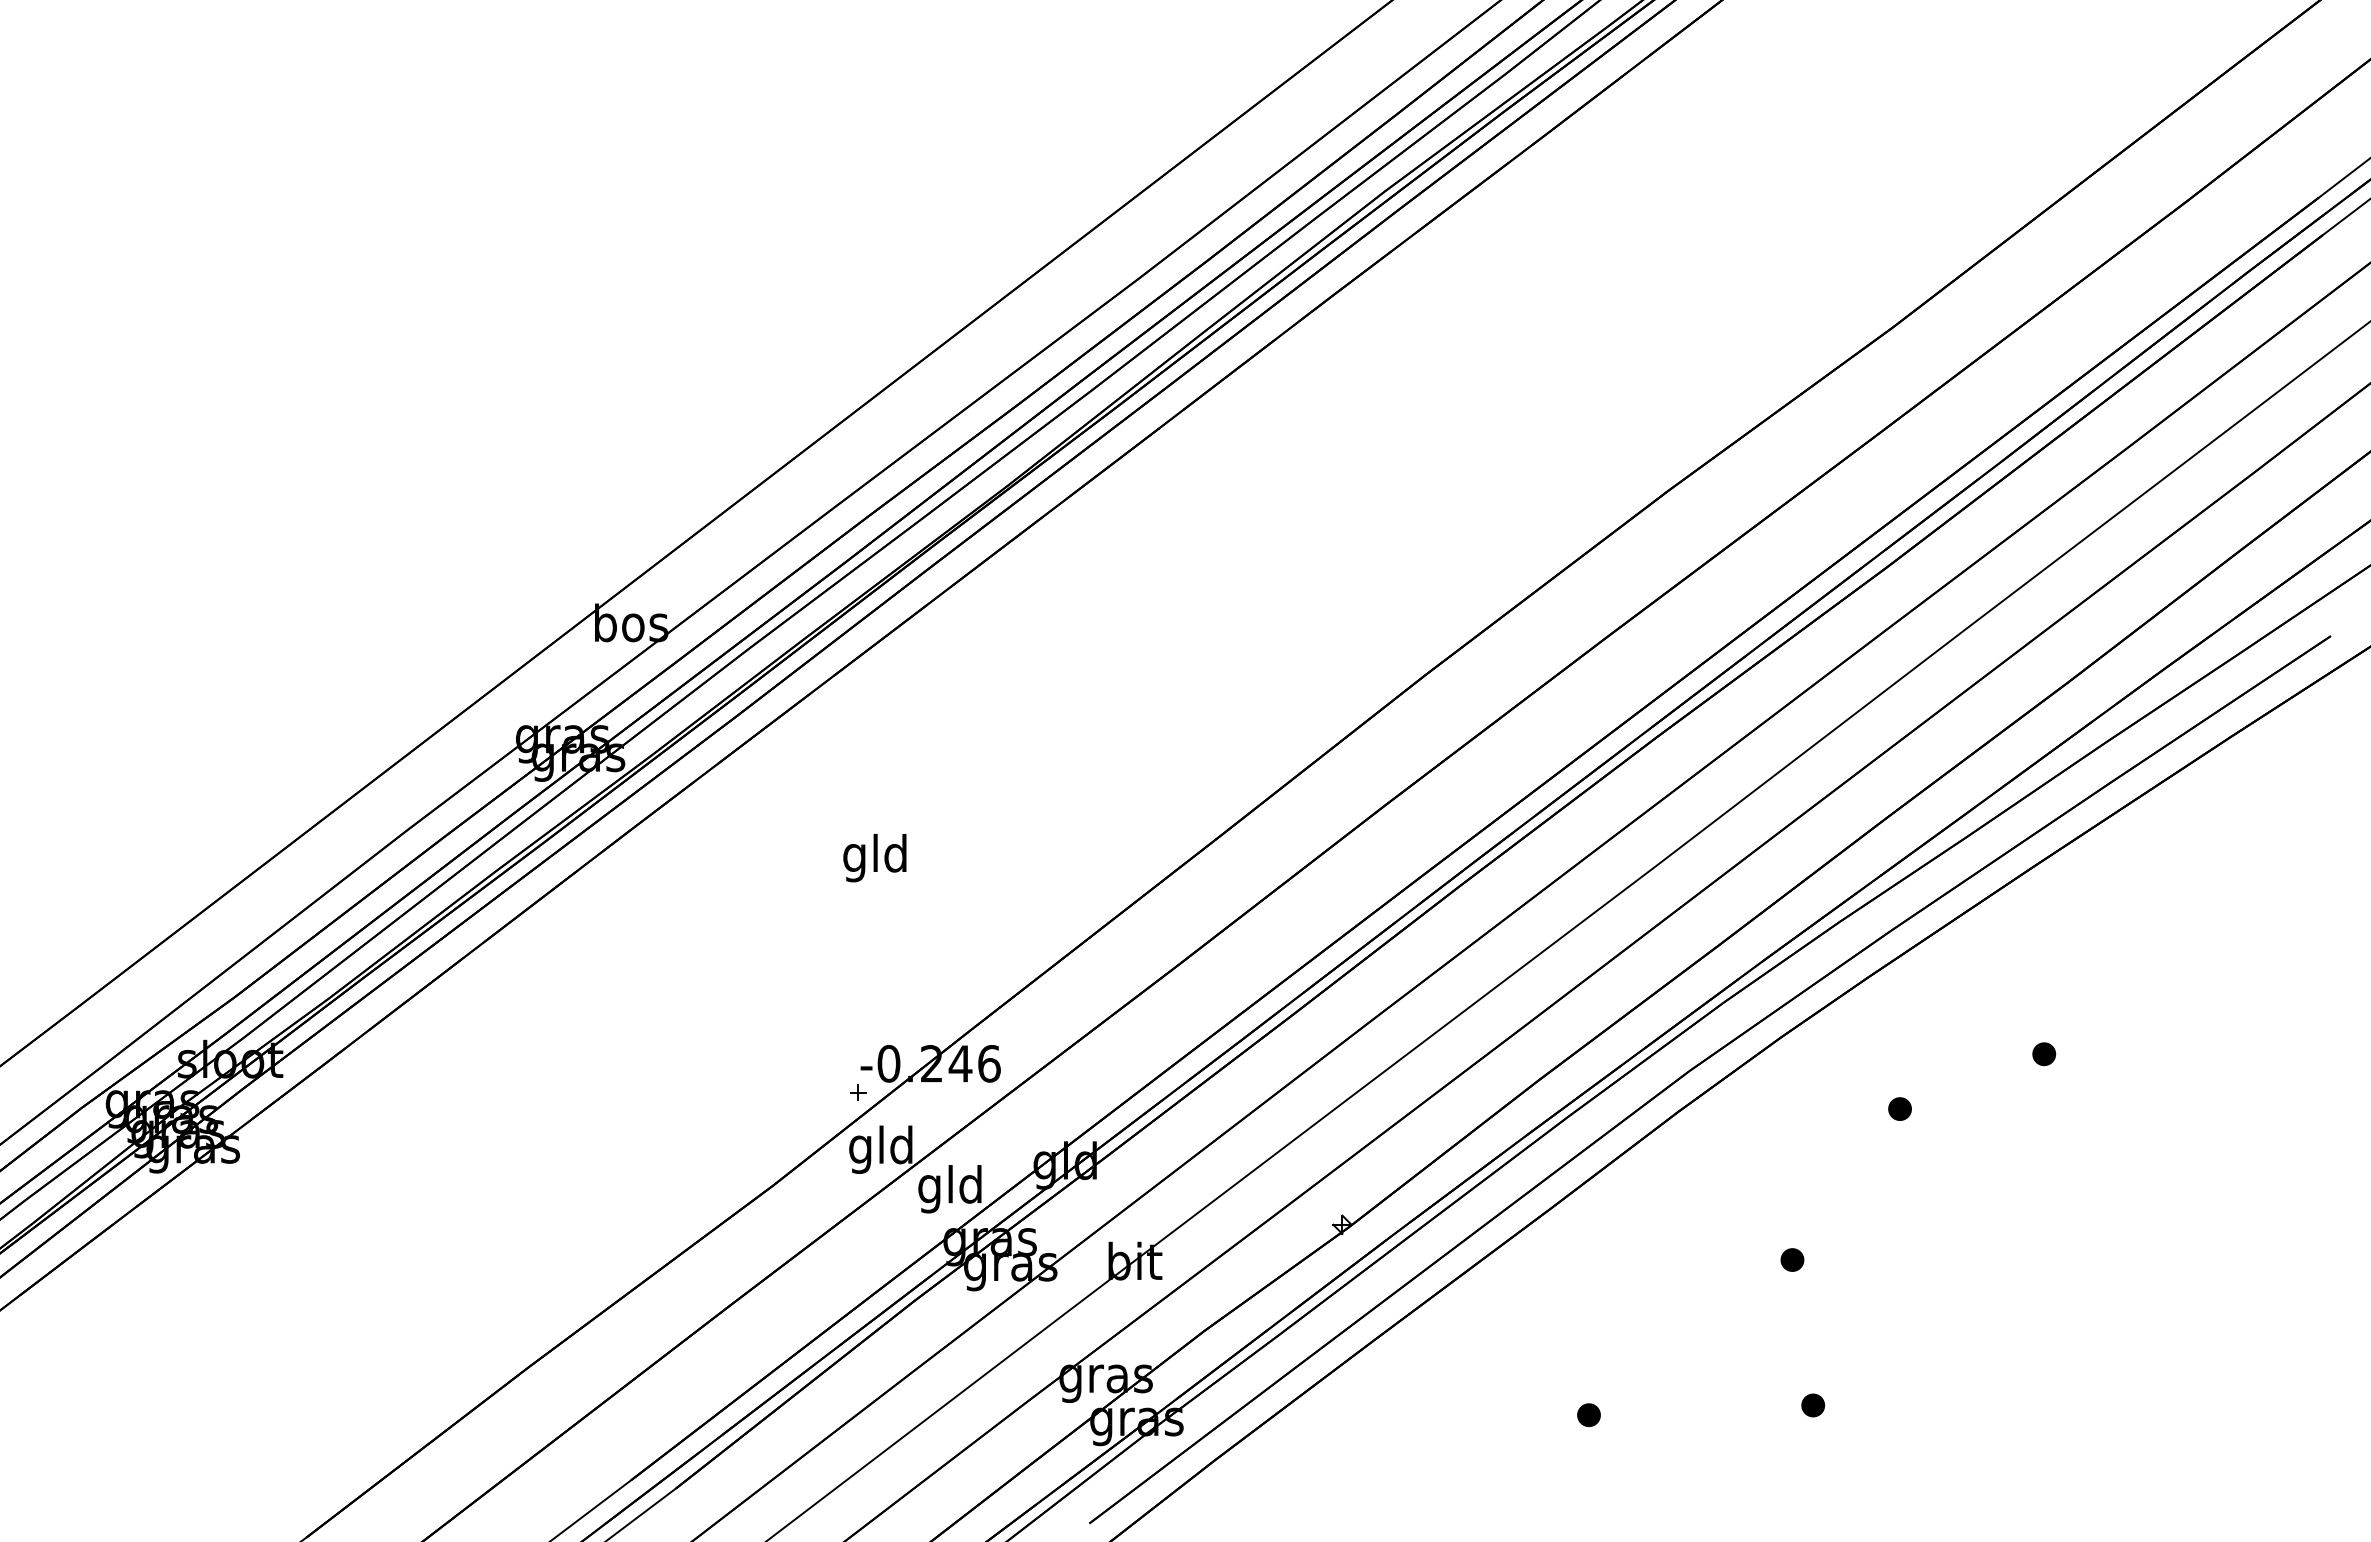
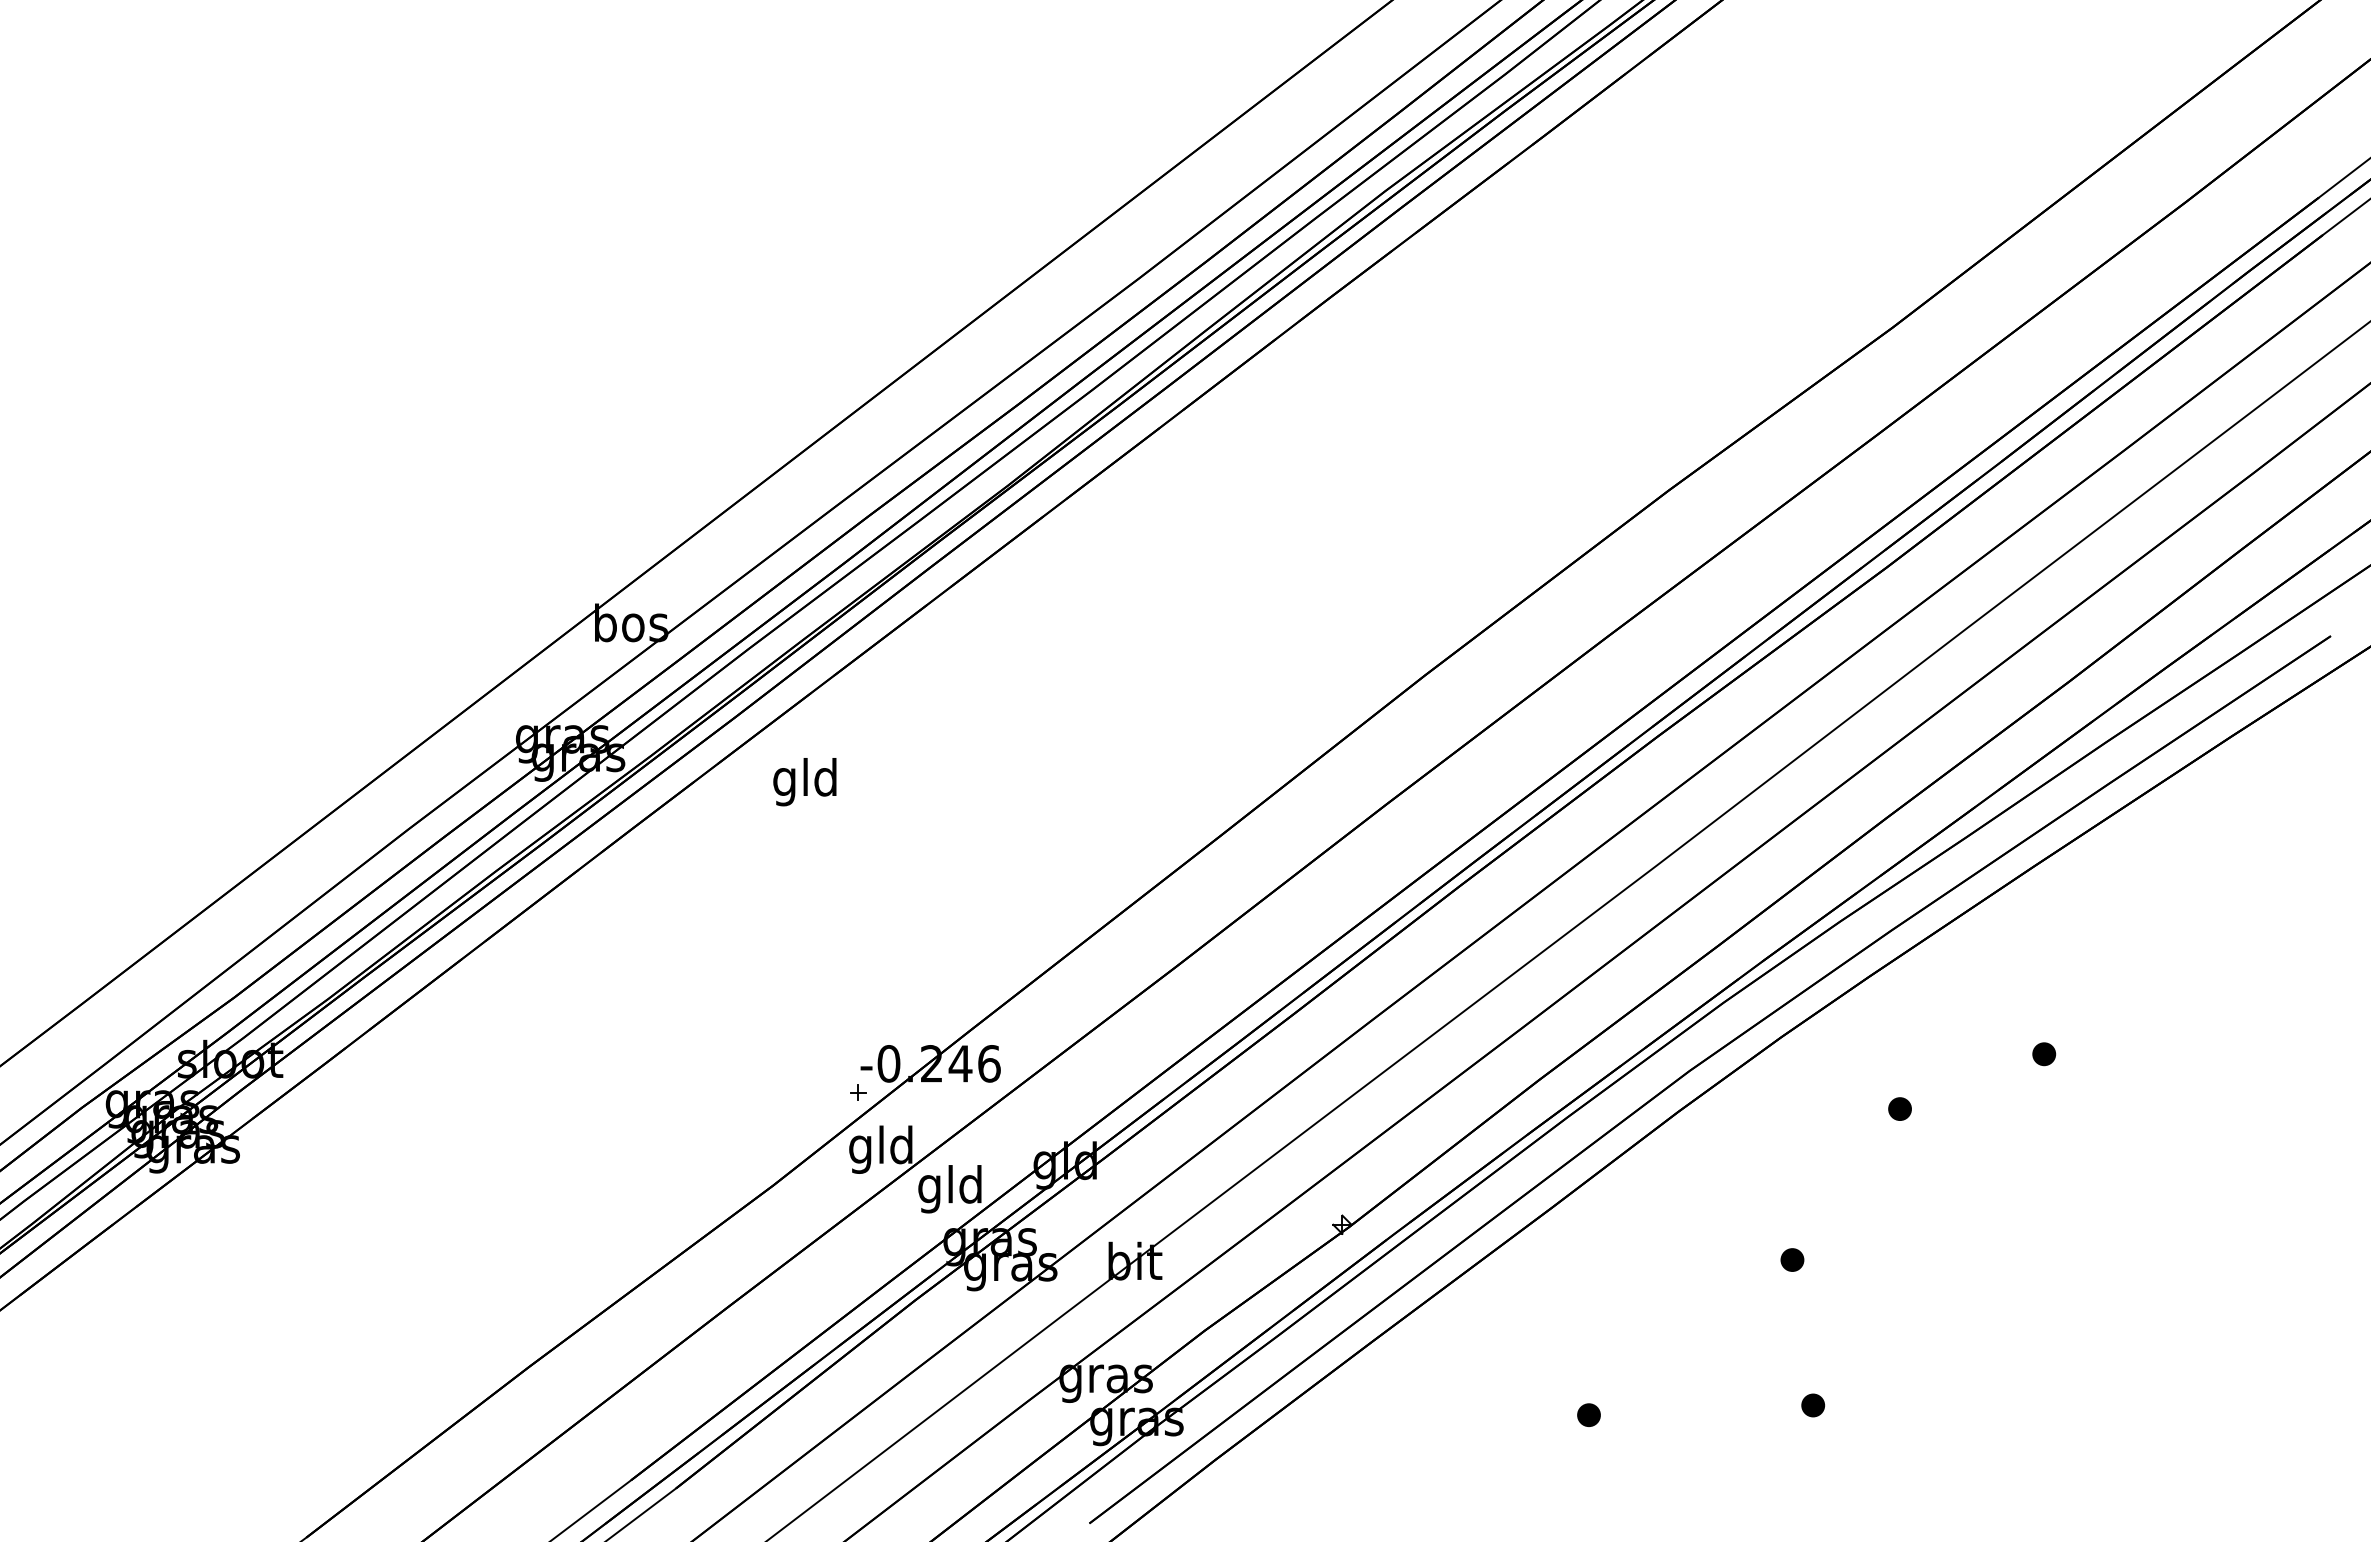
text at (874, 858) position: (874, 858) -> (804, 782)
